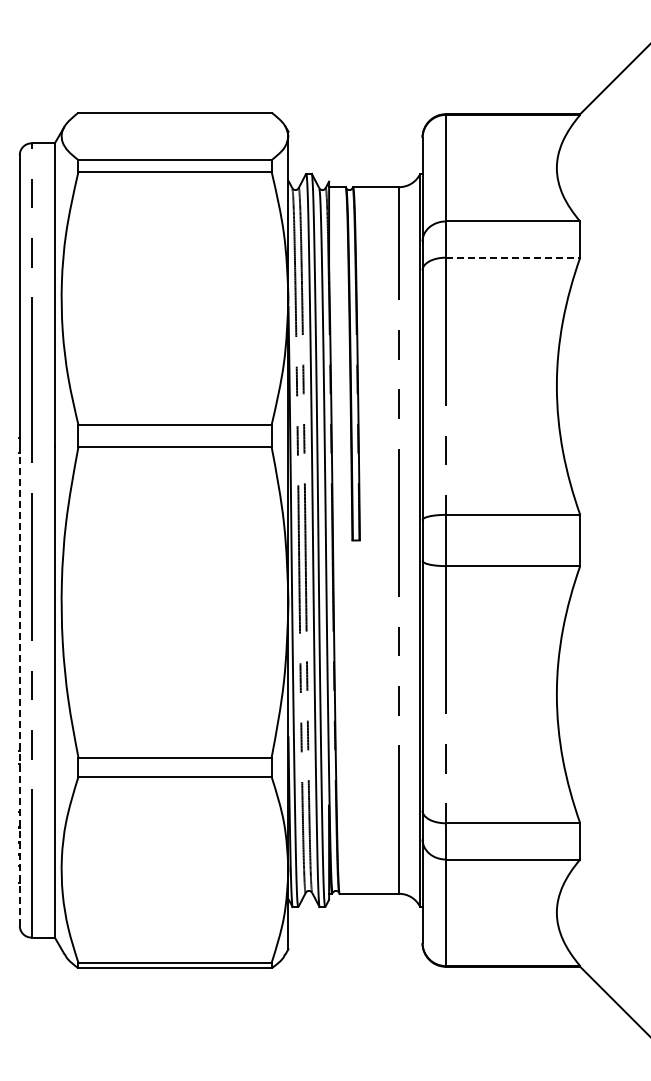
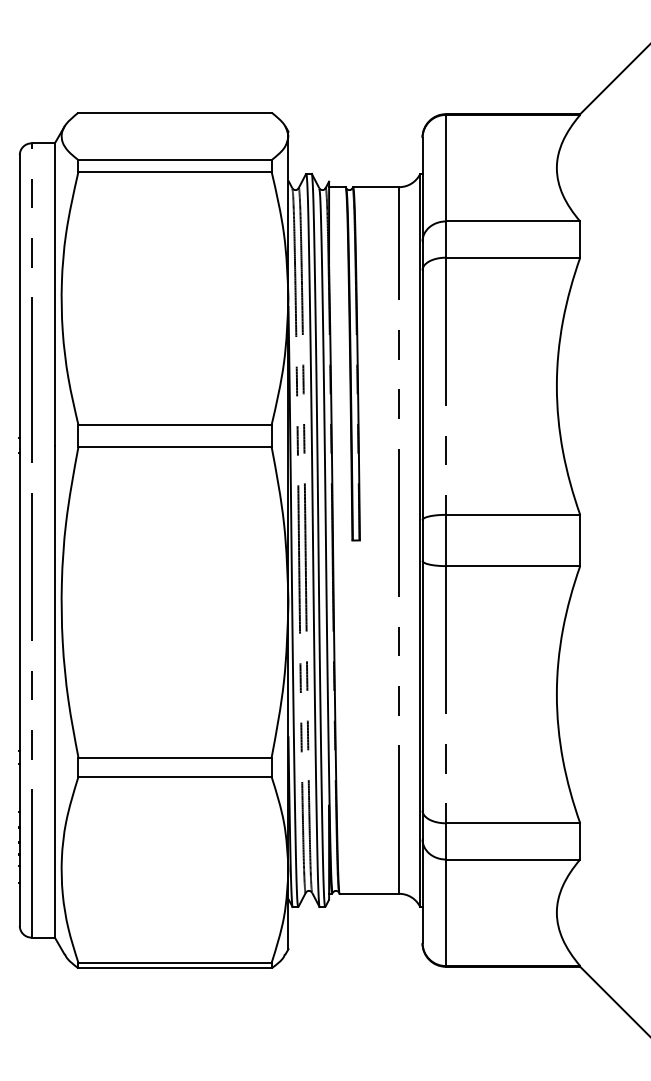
line at (513, 257): dashed -> solid
line at (19, 687): dashed -> solid
